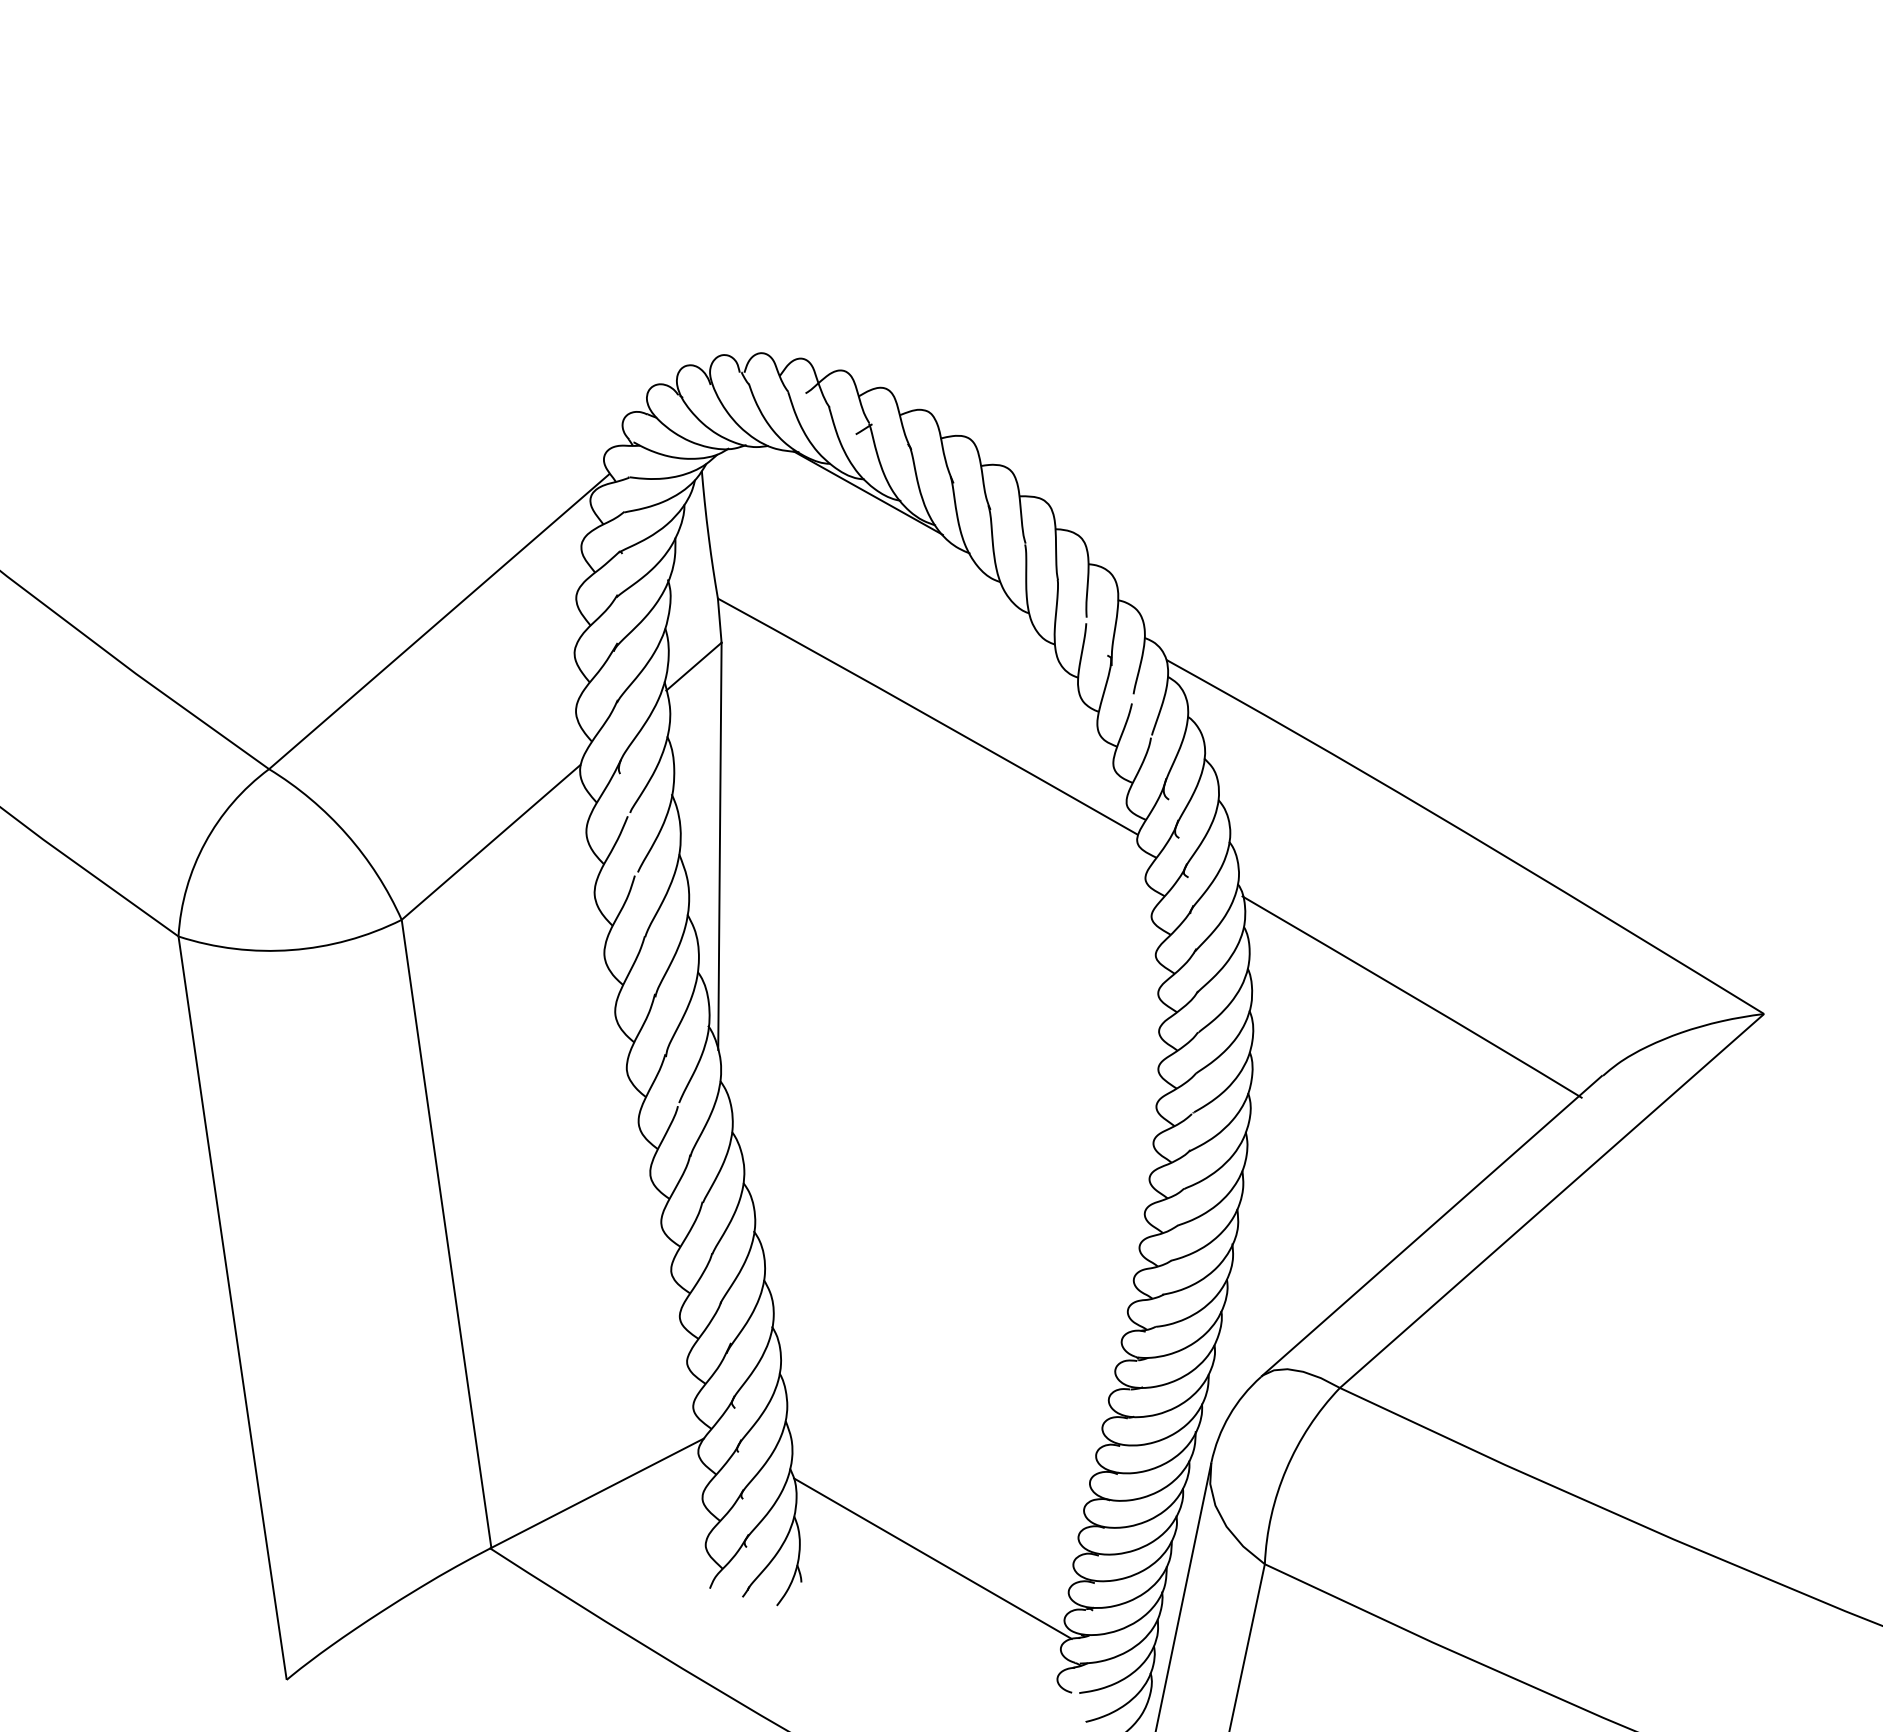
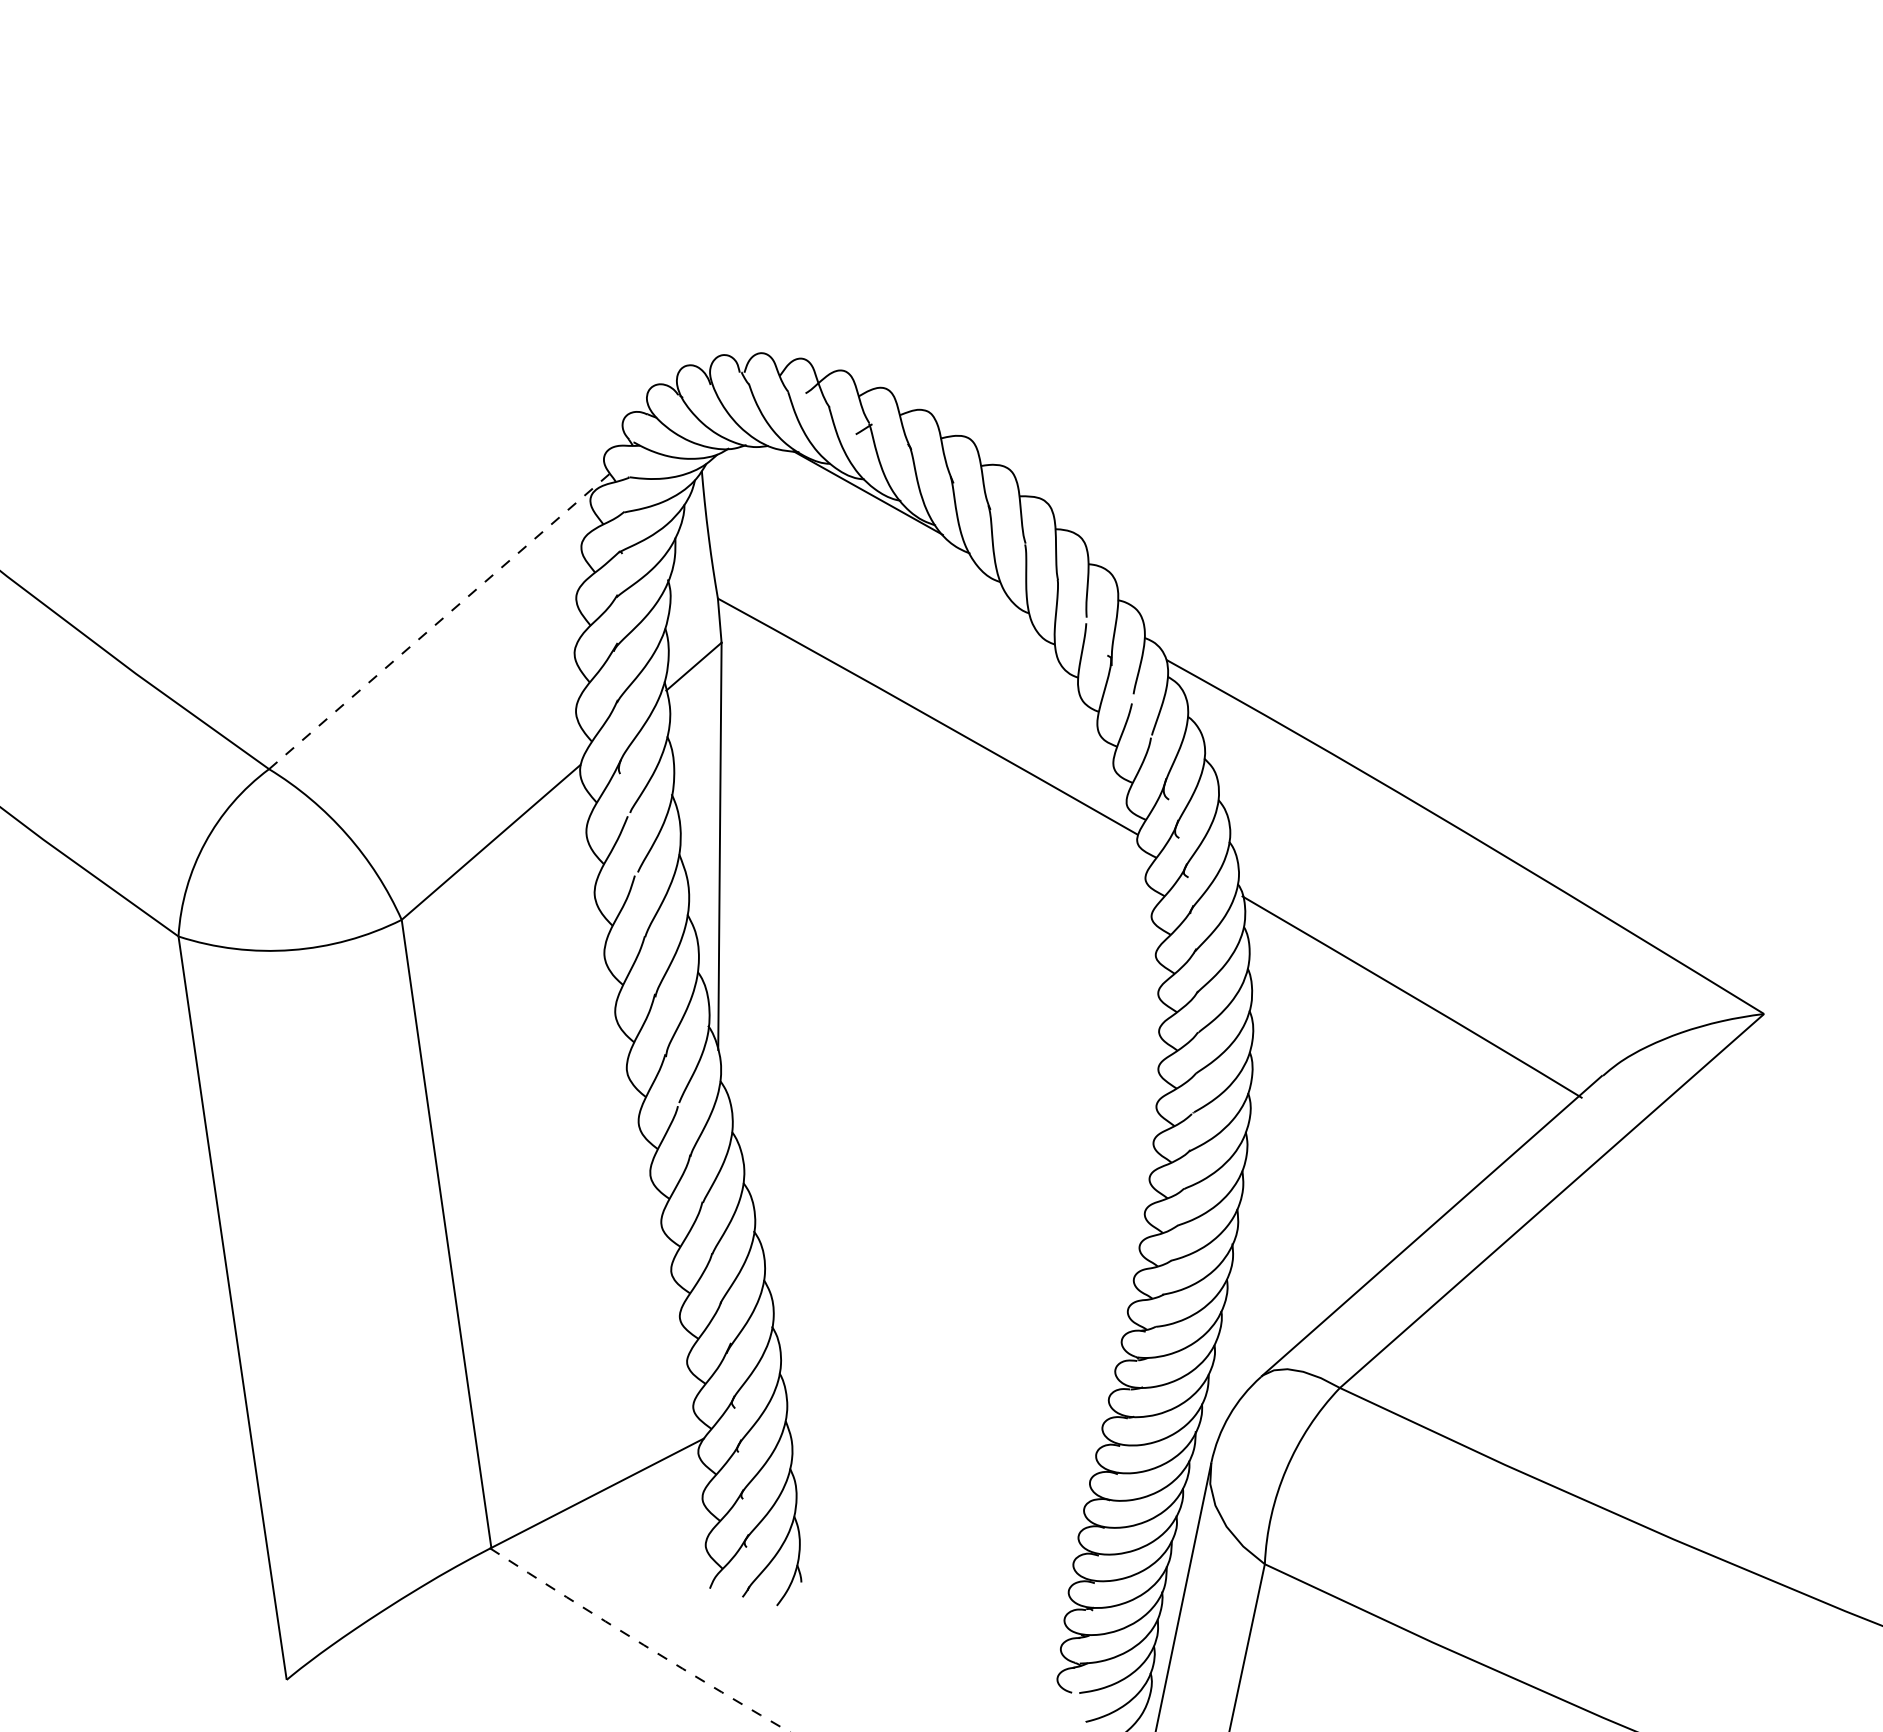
line at (440, 620): solid -> dashed
line at (932, 1558): present -> none
arc at (638, 1642): solid -> dashed
